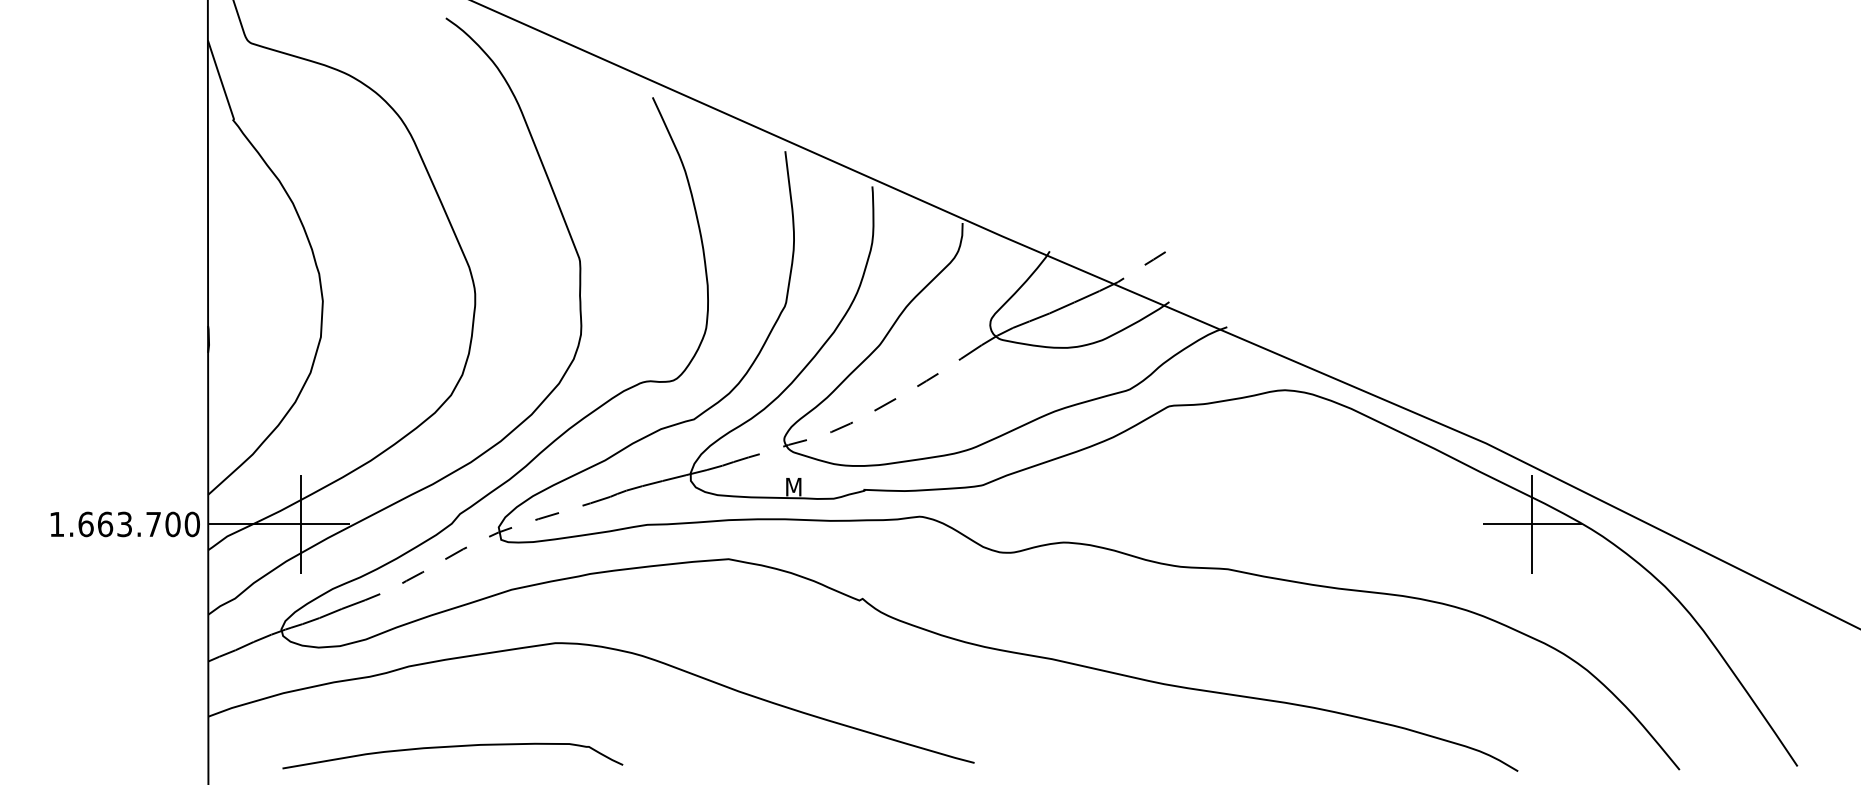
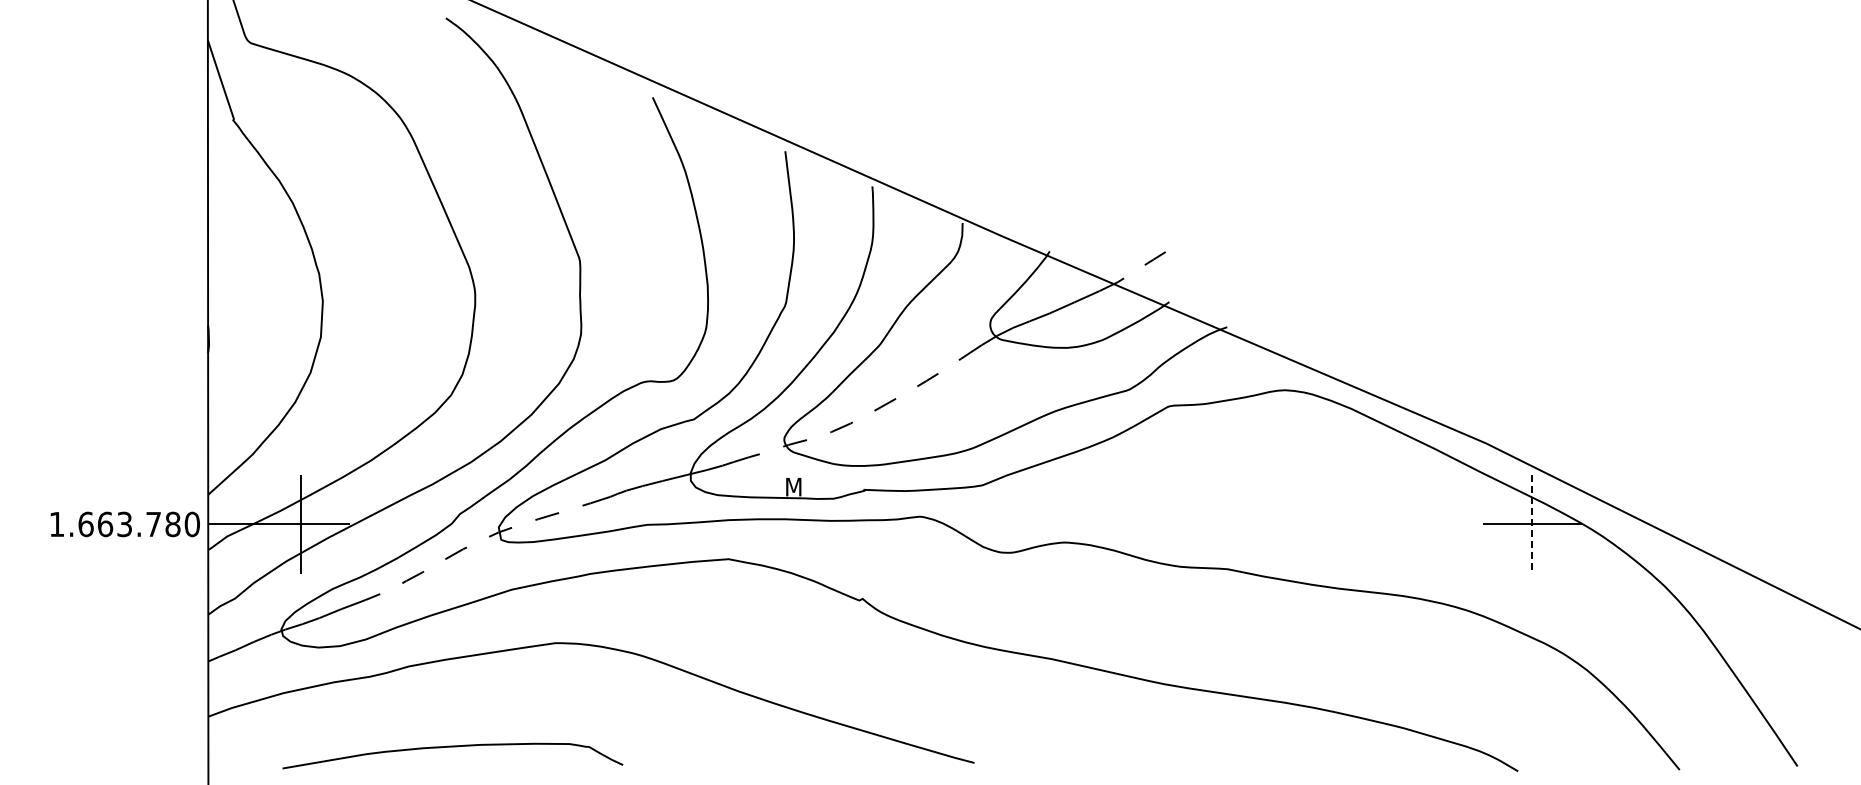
text at (172, 524): 1.663.700 -> 1.663.780
line at (1532, 524): solid -> dashed
